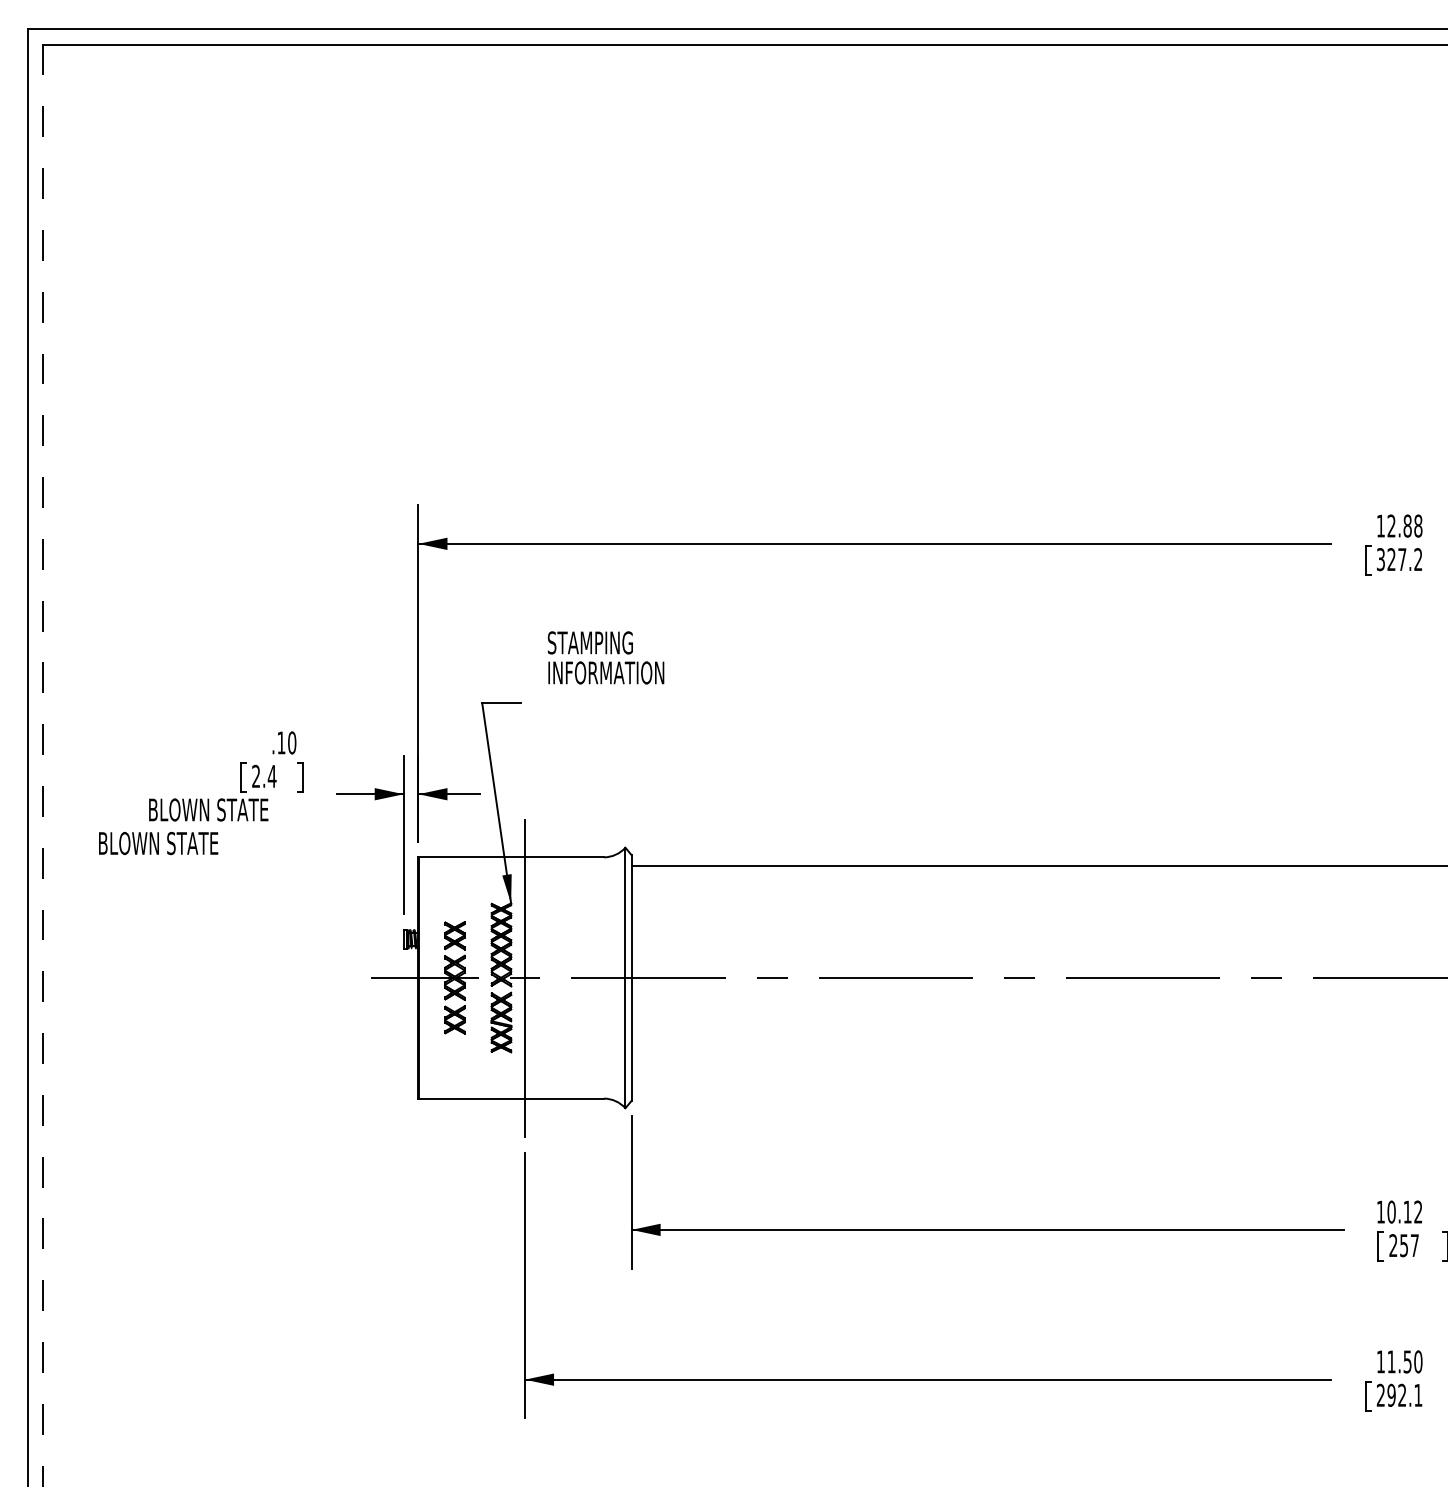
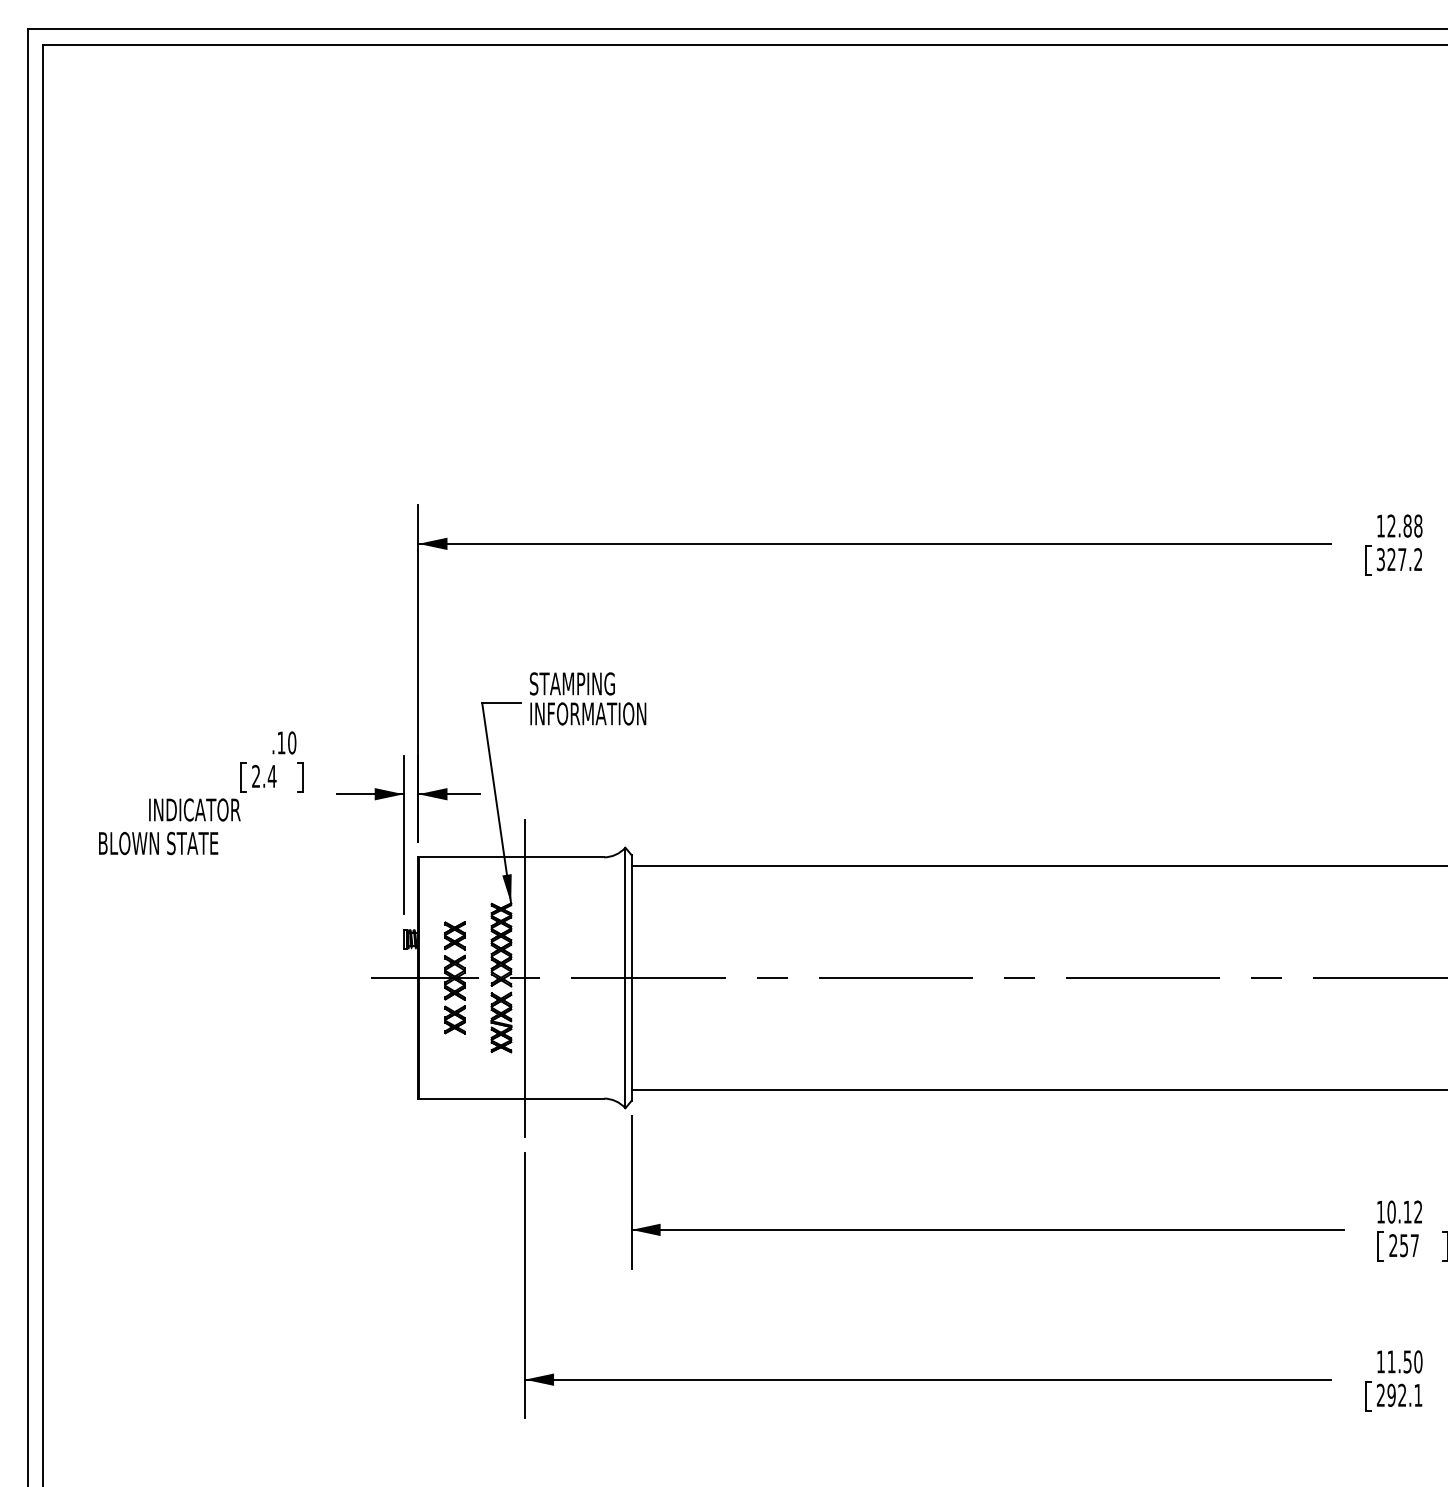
text at (605, 657) position: (605, 657) -> (587, 698)
line at (43, 765): dashed -> solid
text at (209, 809): BLOWN STATE -> INDICATOR
line at (1037, 1089): none -> present
